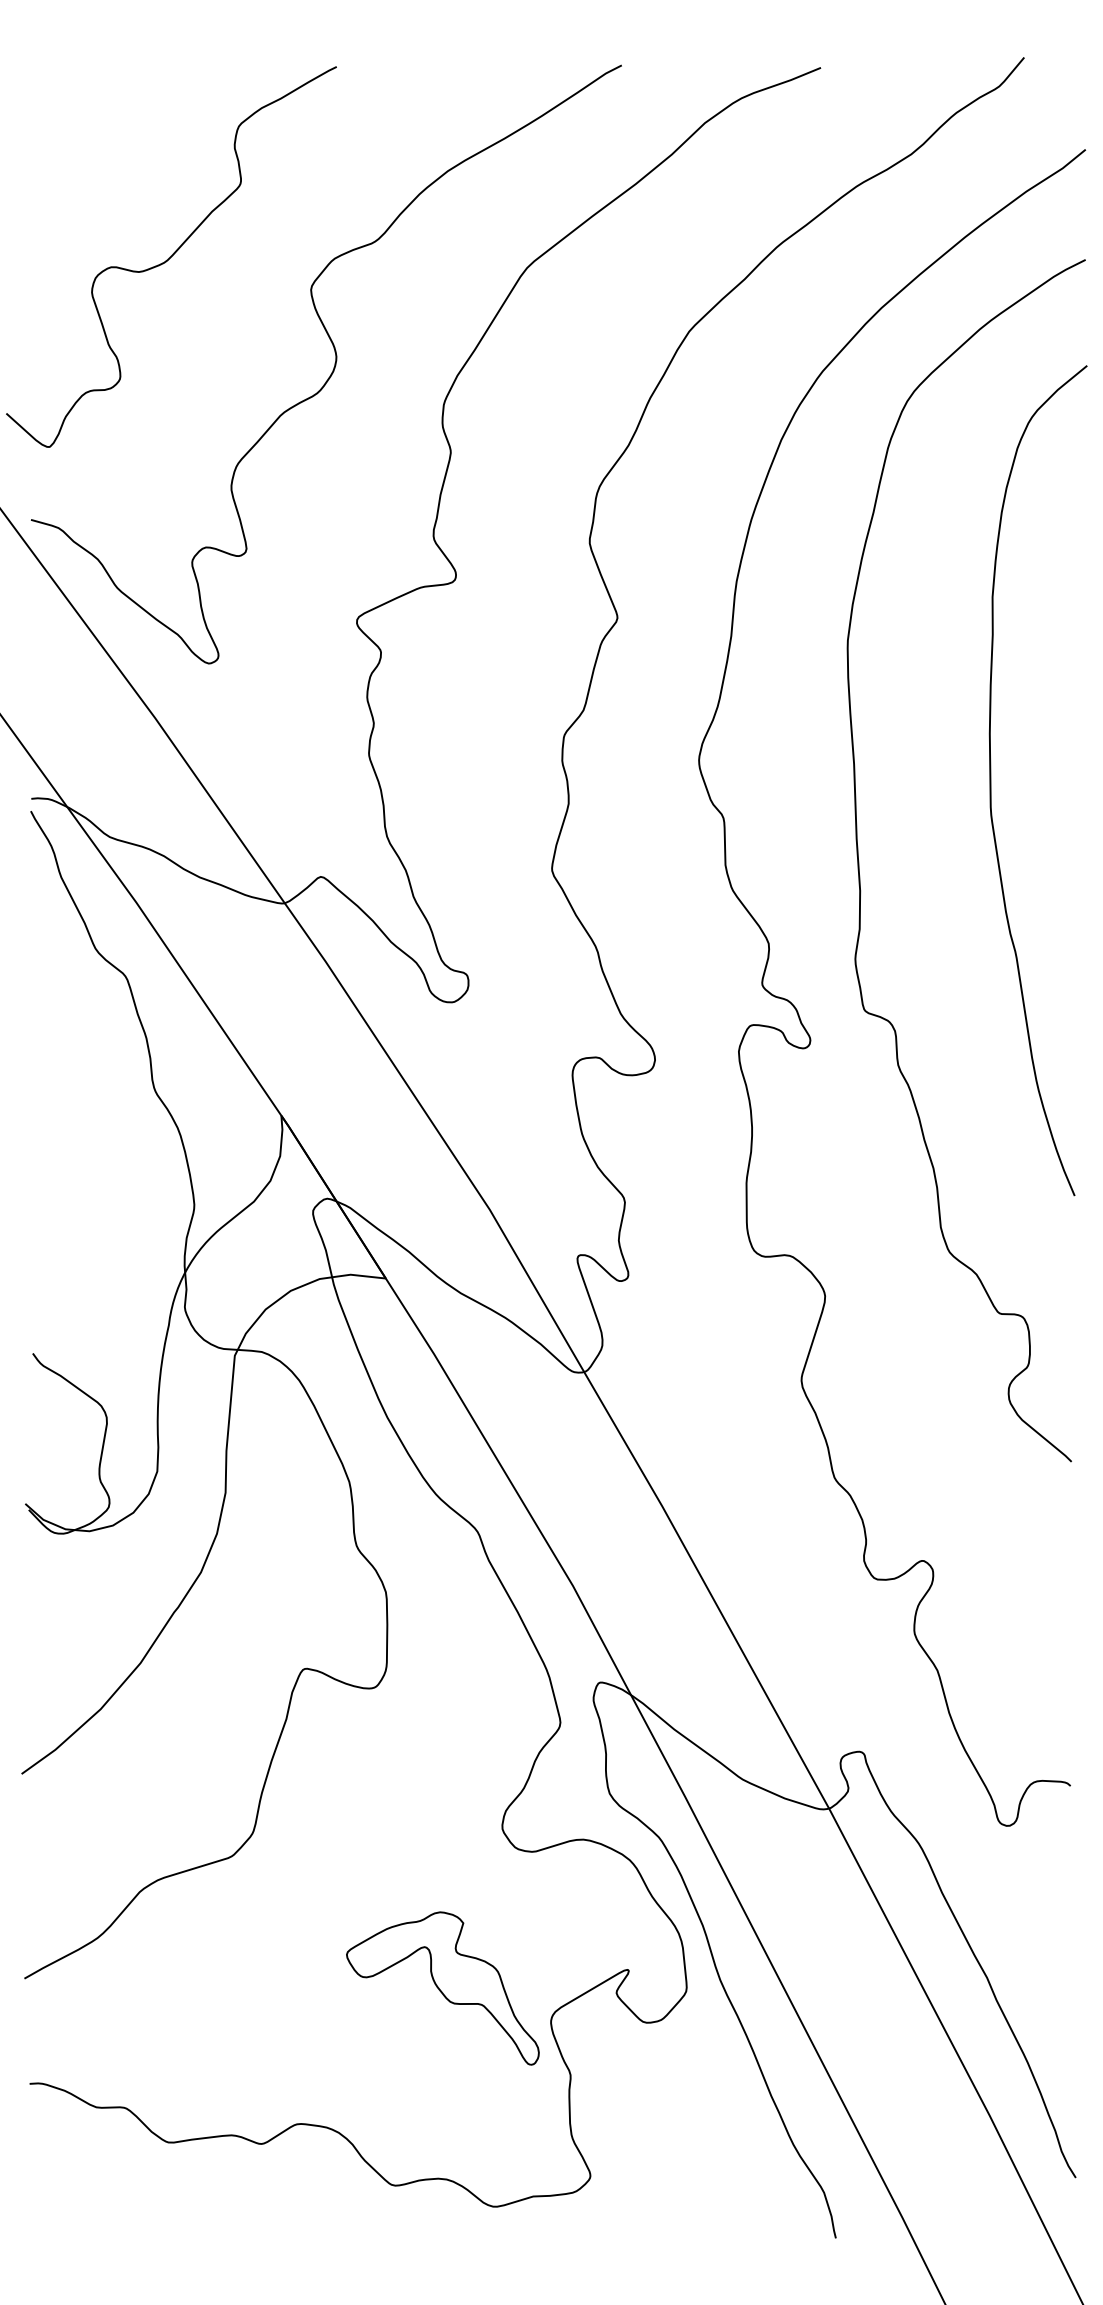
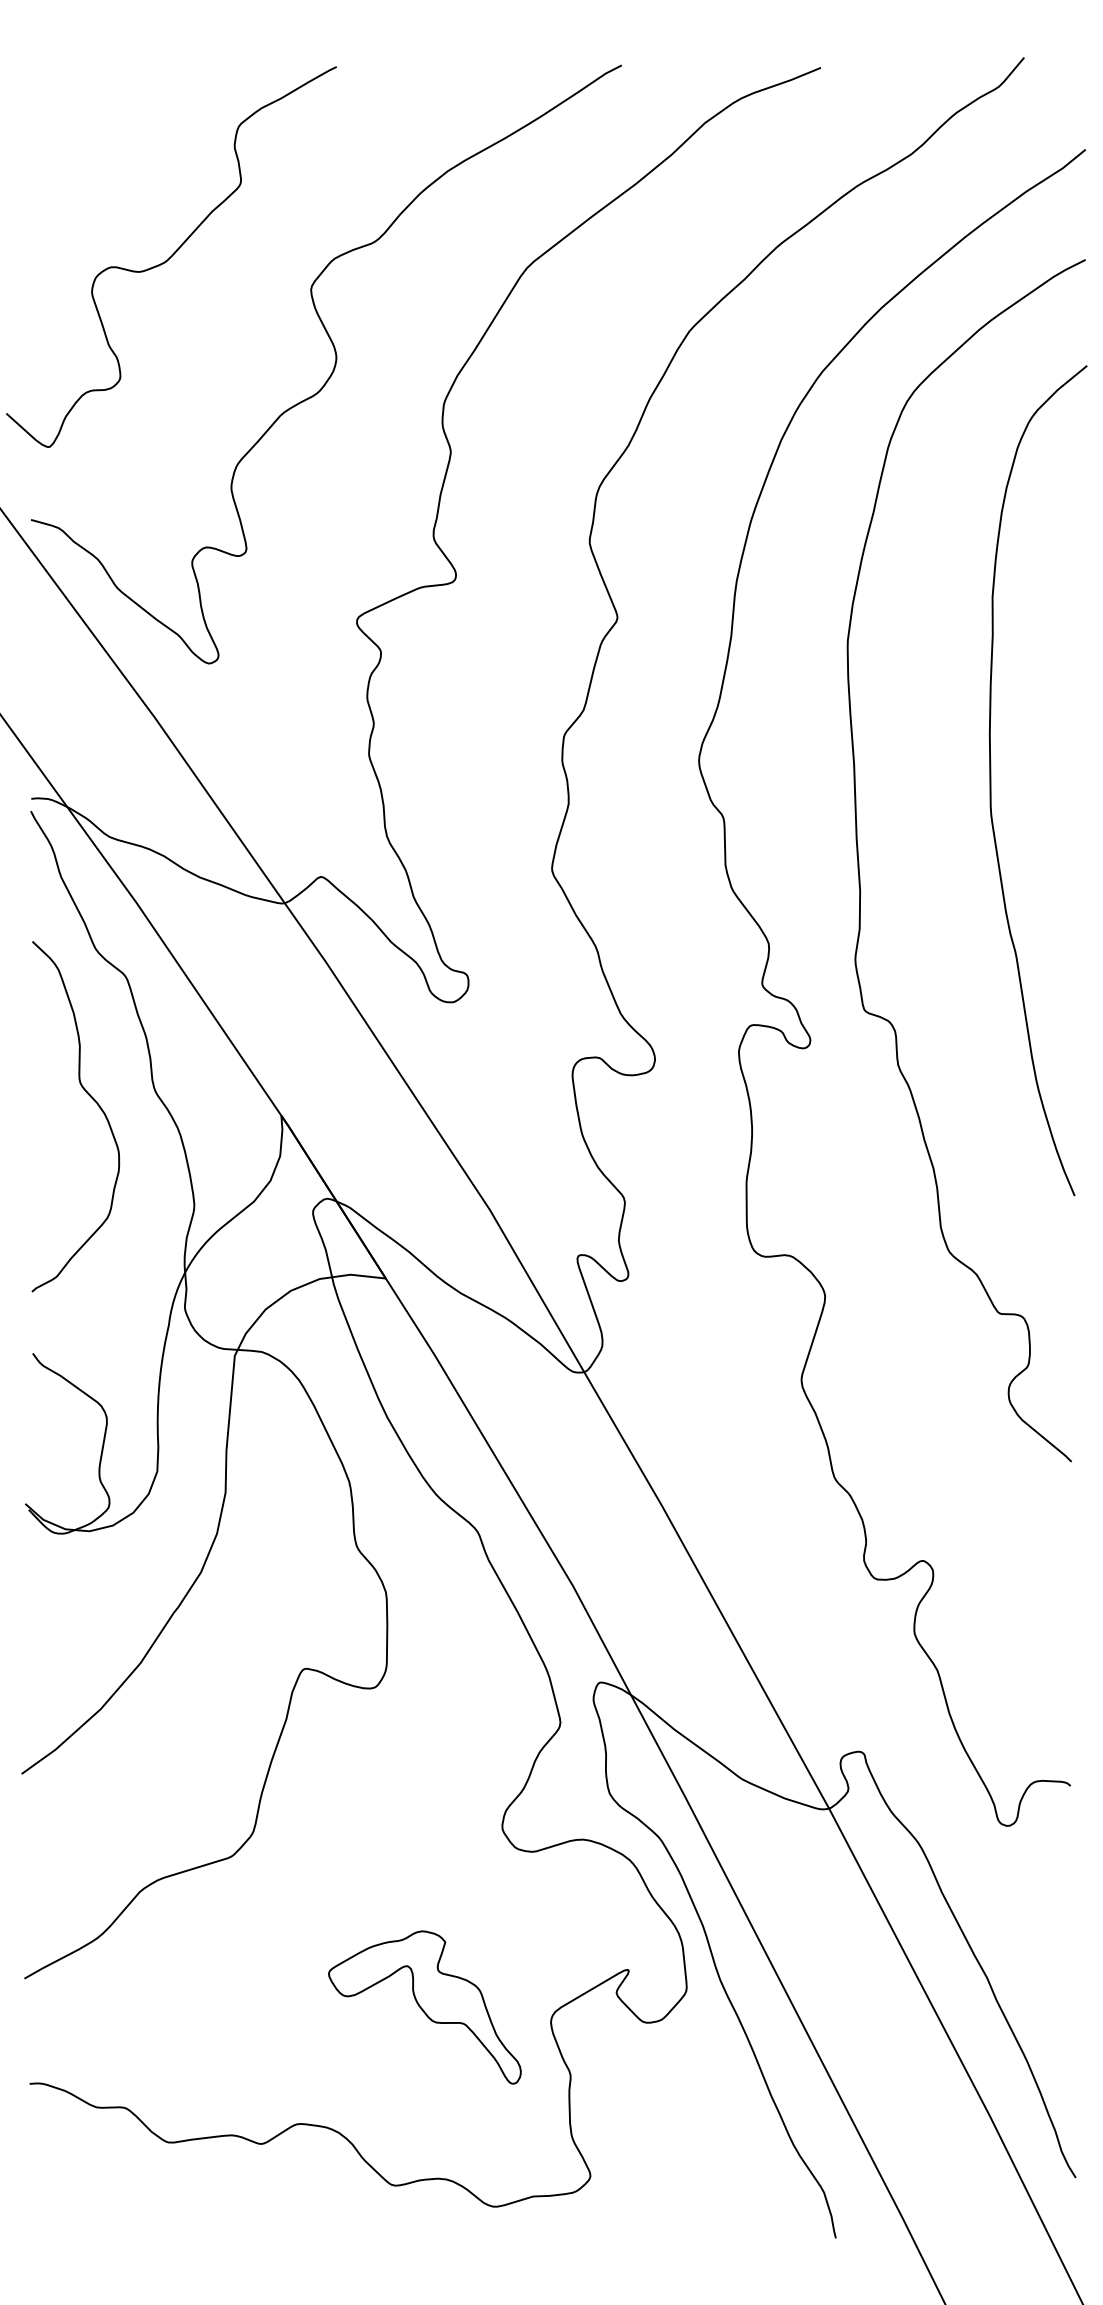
curve at (92, 1099): none -> present
part at (442, 1988) position: (442, 1988) -> (424, 2007)
